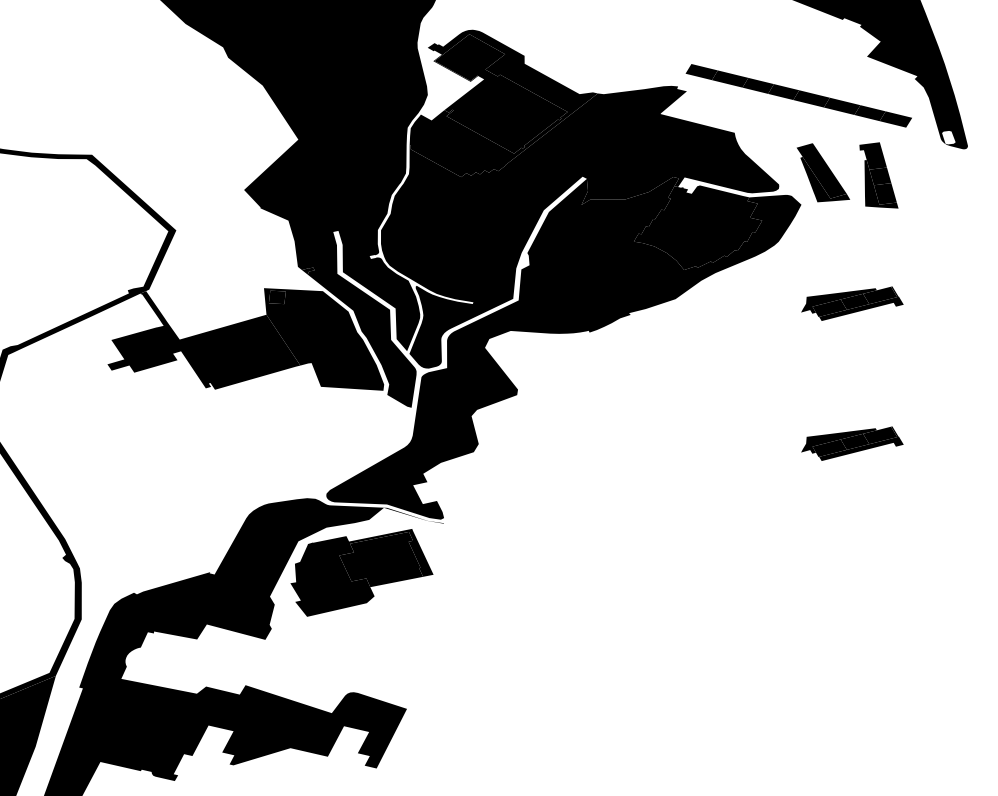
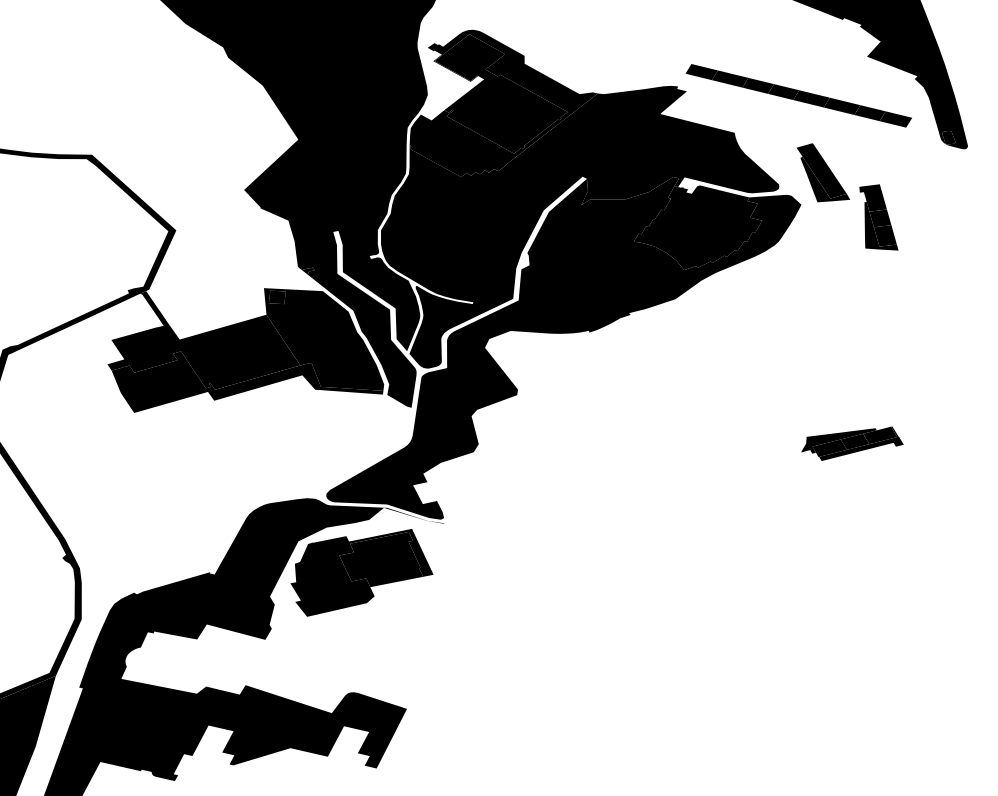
fill at (948, 137): none -> present
part at (878, 175) position: (878, 175) -> (878, 217)
part at (852, 303): present -> none
fill at (247, 382): none -> present
